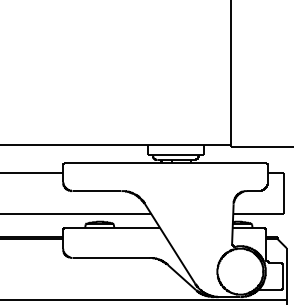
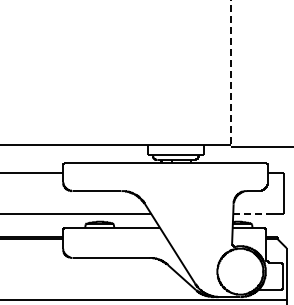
line at (231, 74): solid -> dashed
line at (251, 214): solid -> dashed
